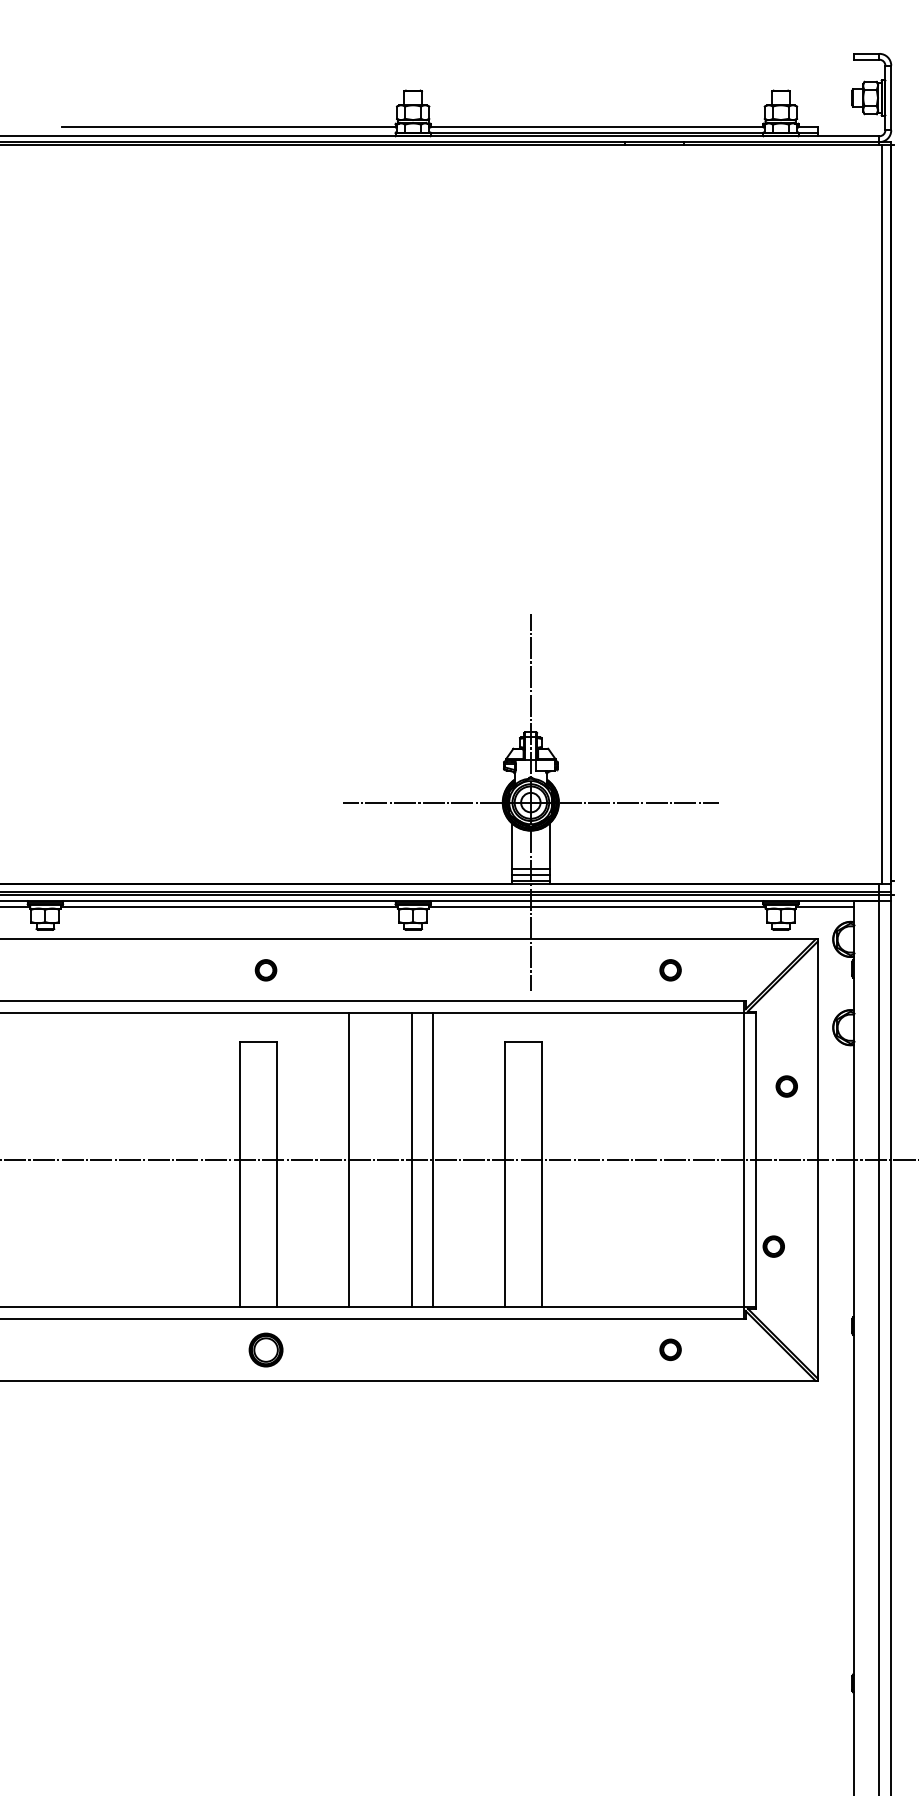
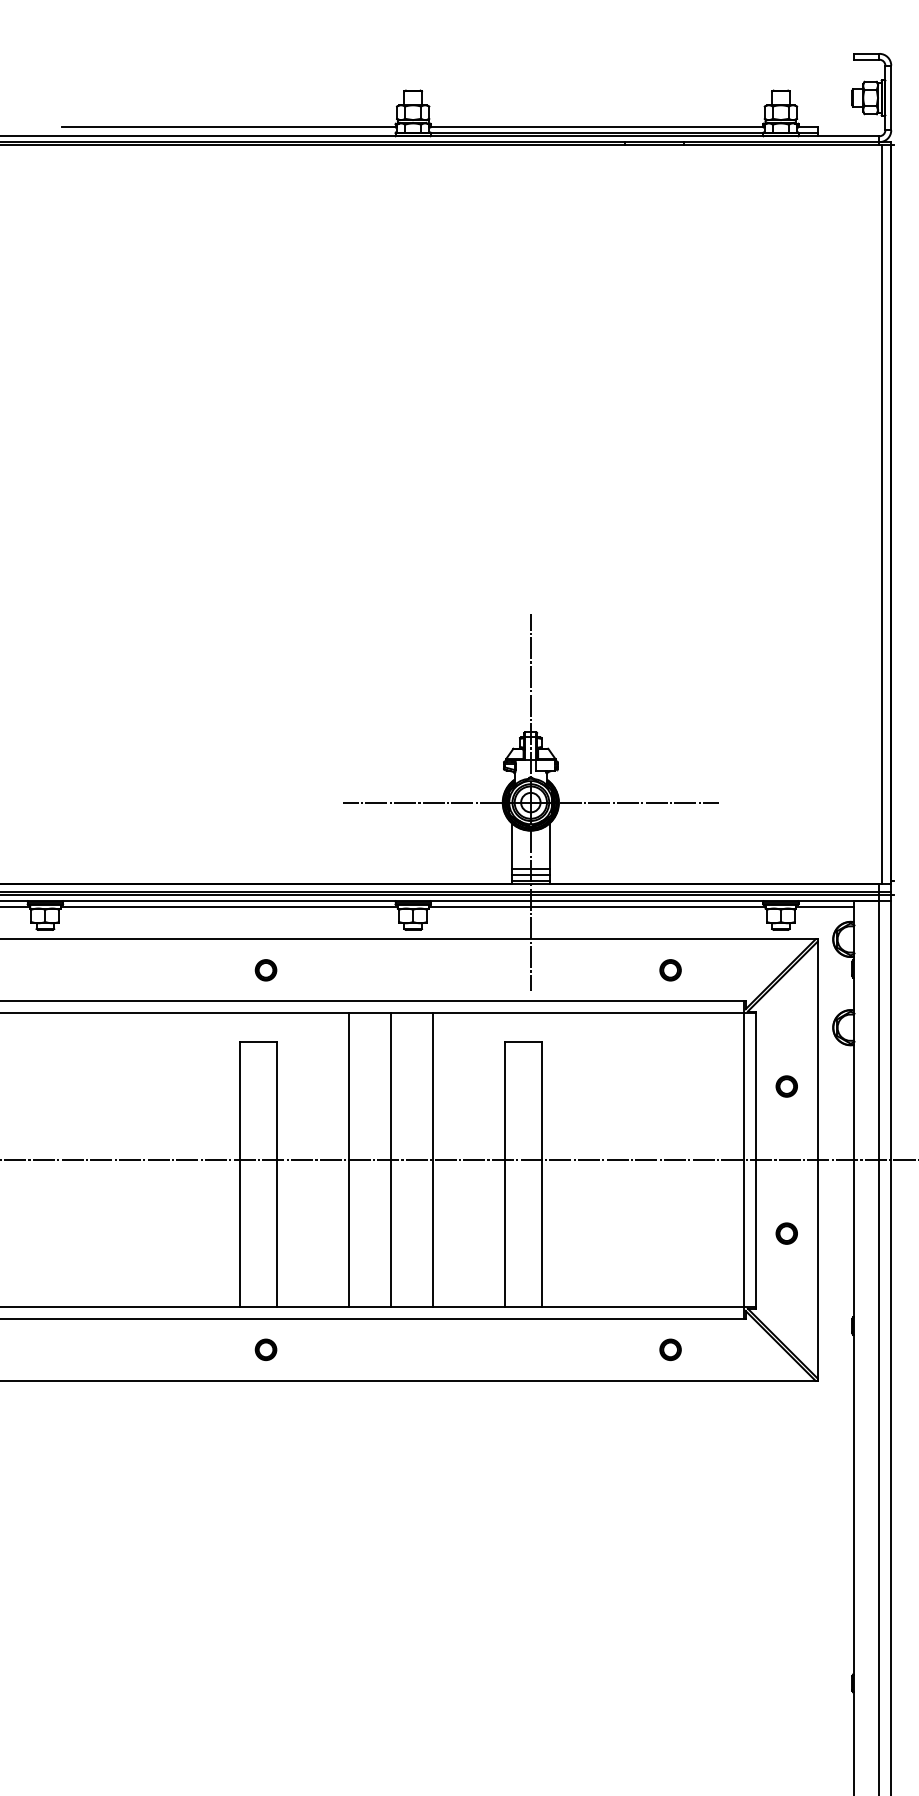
line at (412, 1159) position: (412, 1159) -> (391, 1159)
part at (773, 1246) position: (773, 1246) -> (786, 1233)
part at (265, 1349) size: 36x36 px -> 24x23 px
